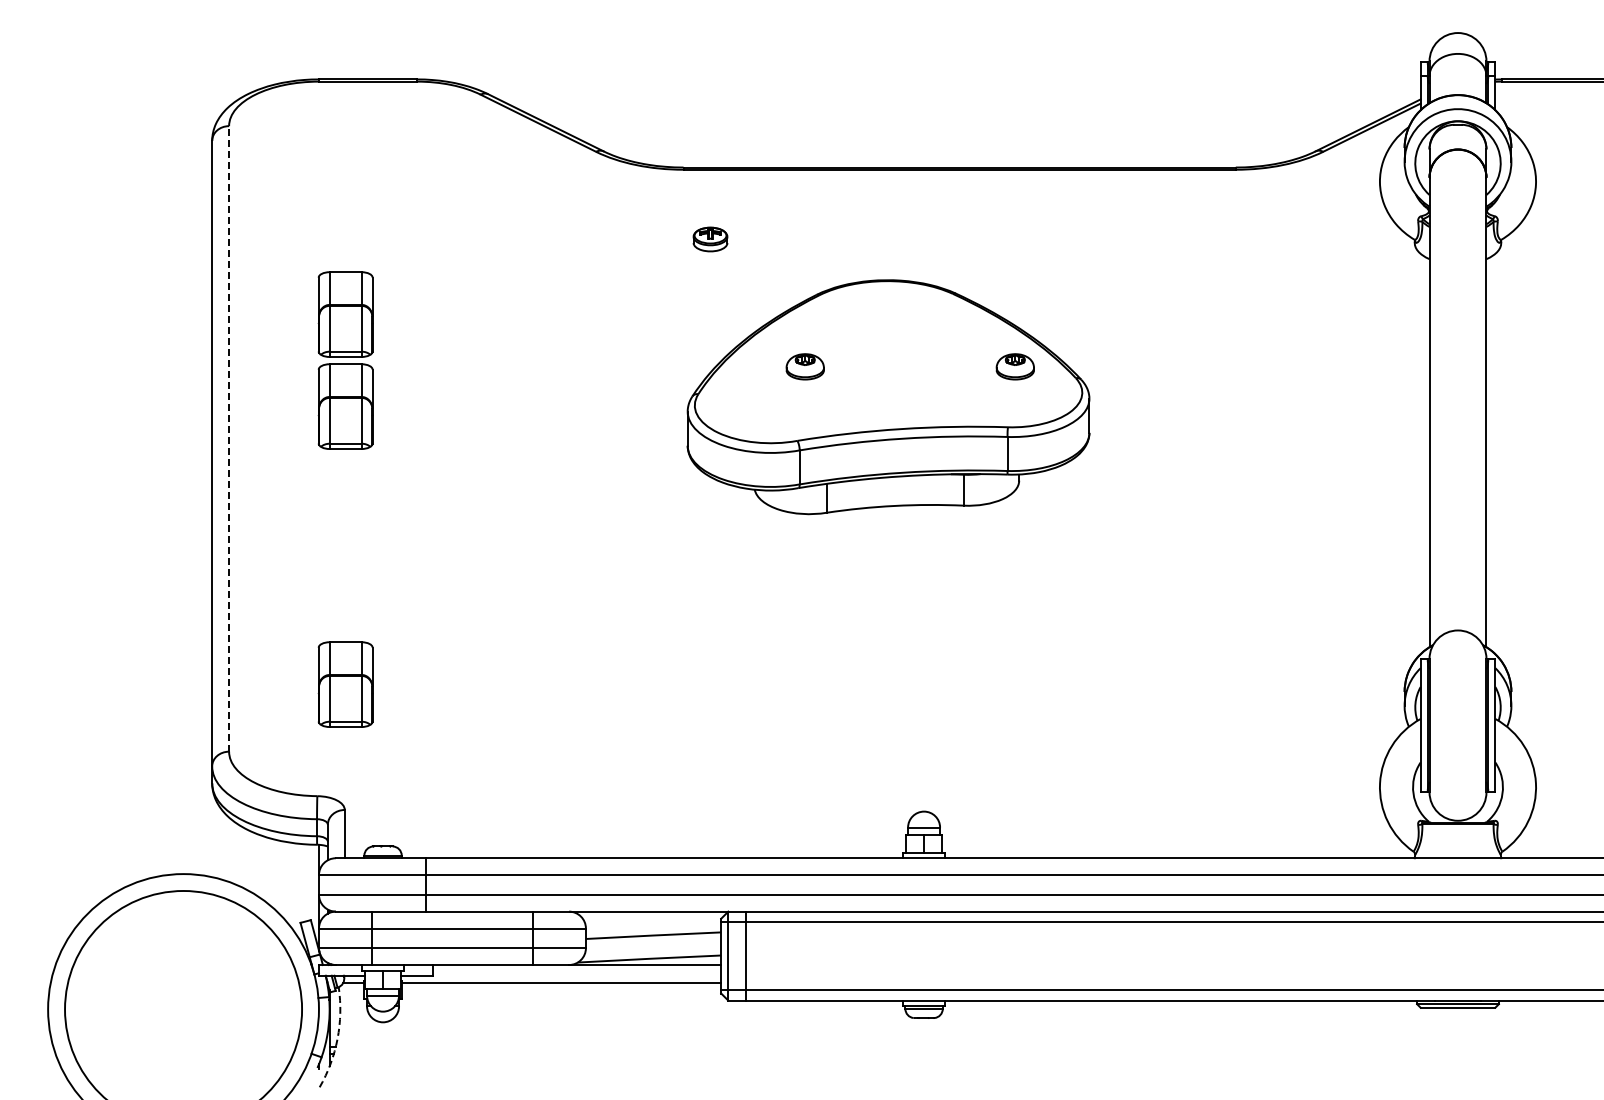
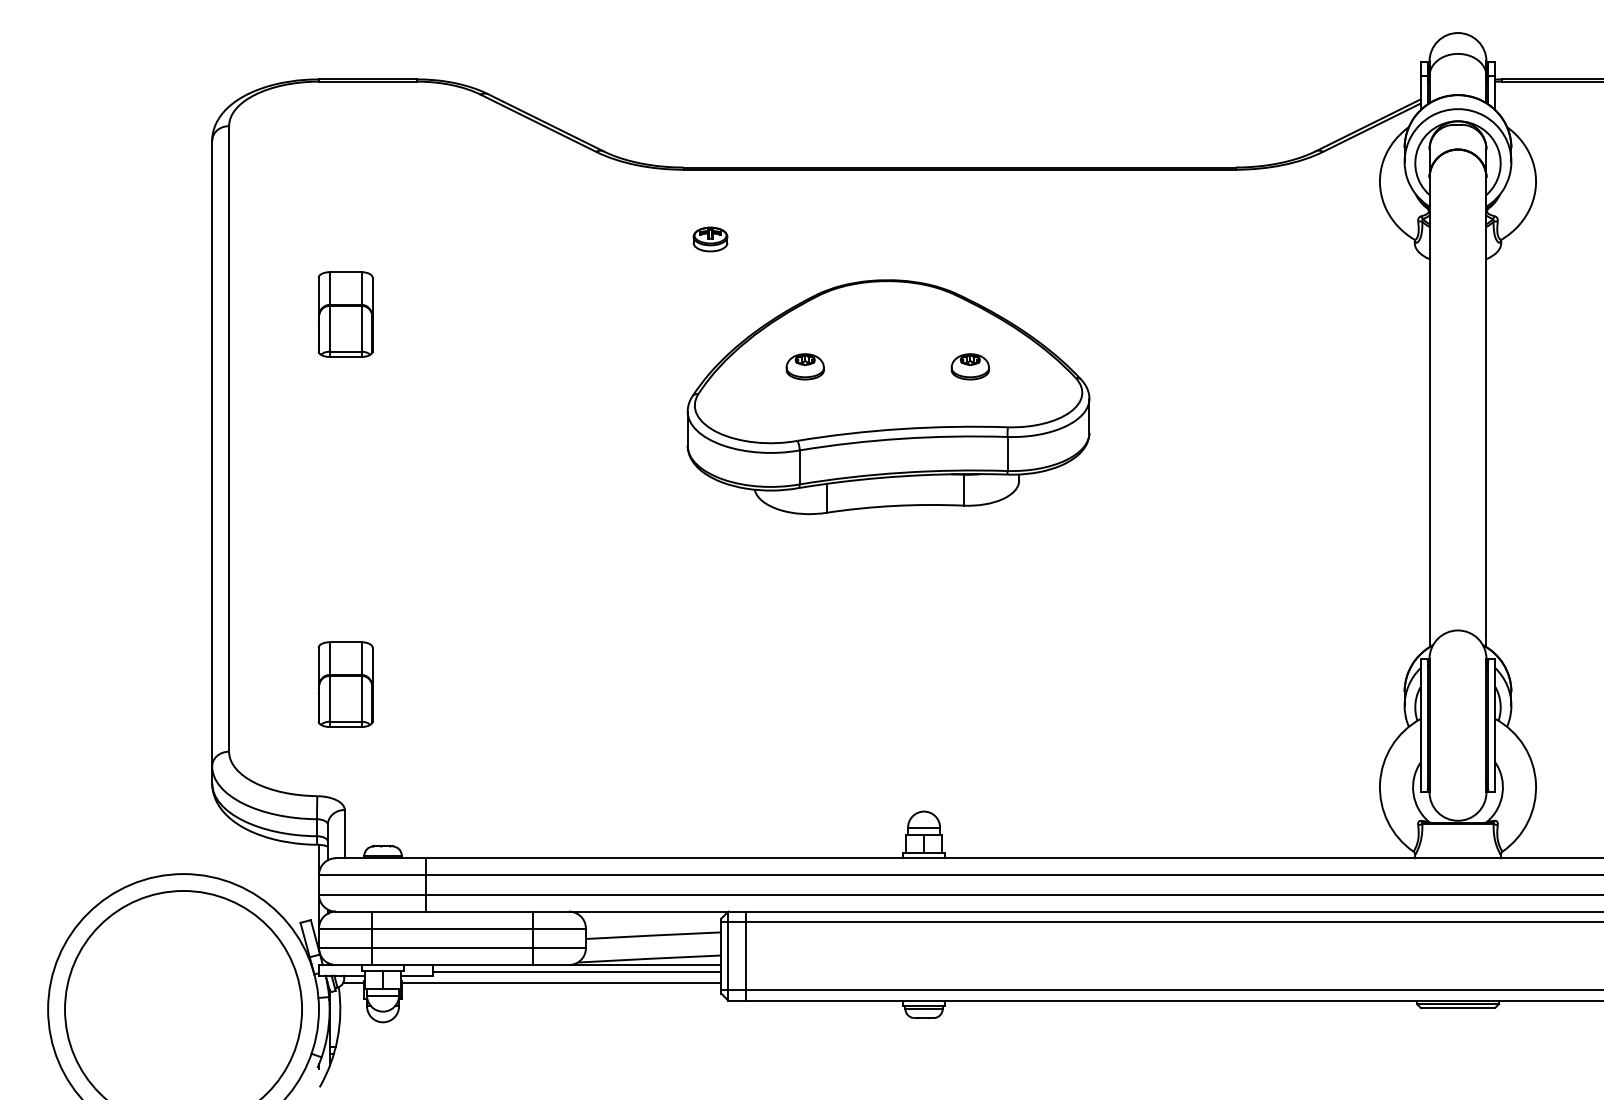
part at (1014, 366) position: (1014, 366) -> (969, 366)
part at (345, 406): present -> none
line at (229, 438): dashed -> solid
line at (576, 972): none -> present
arc at (337, 1038): dashed -> solid
